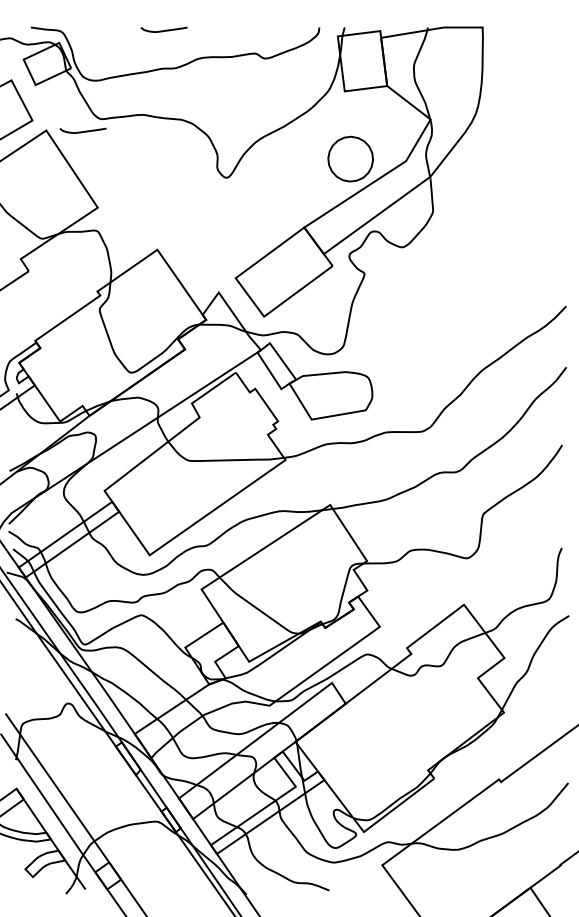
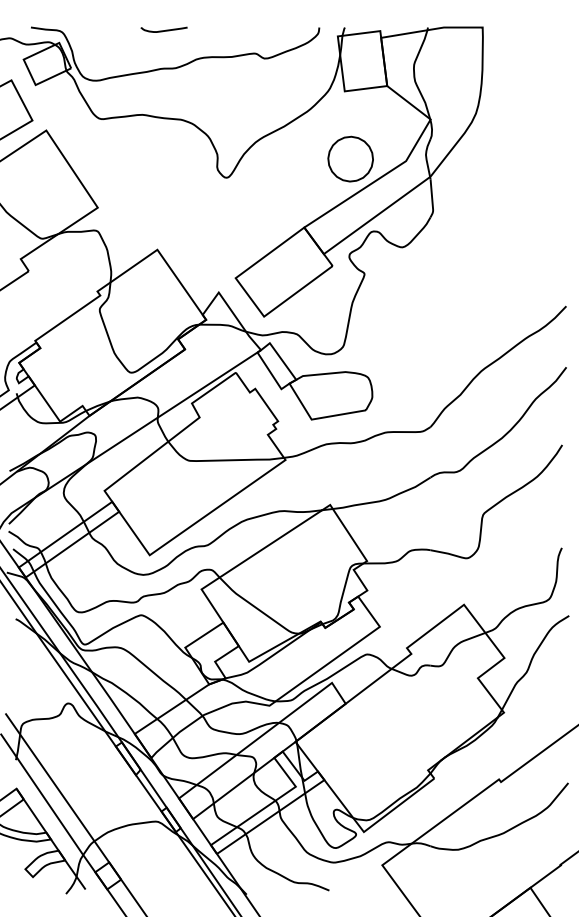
curve at (82, 131): present -> none
